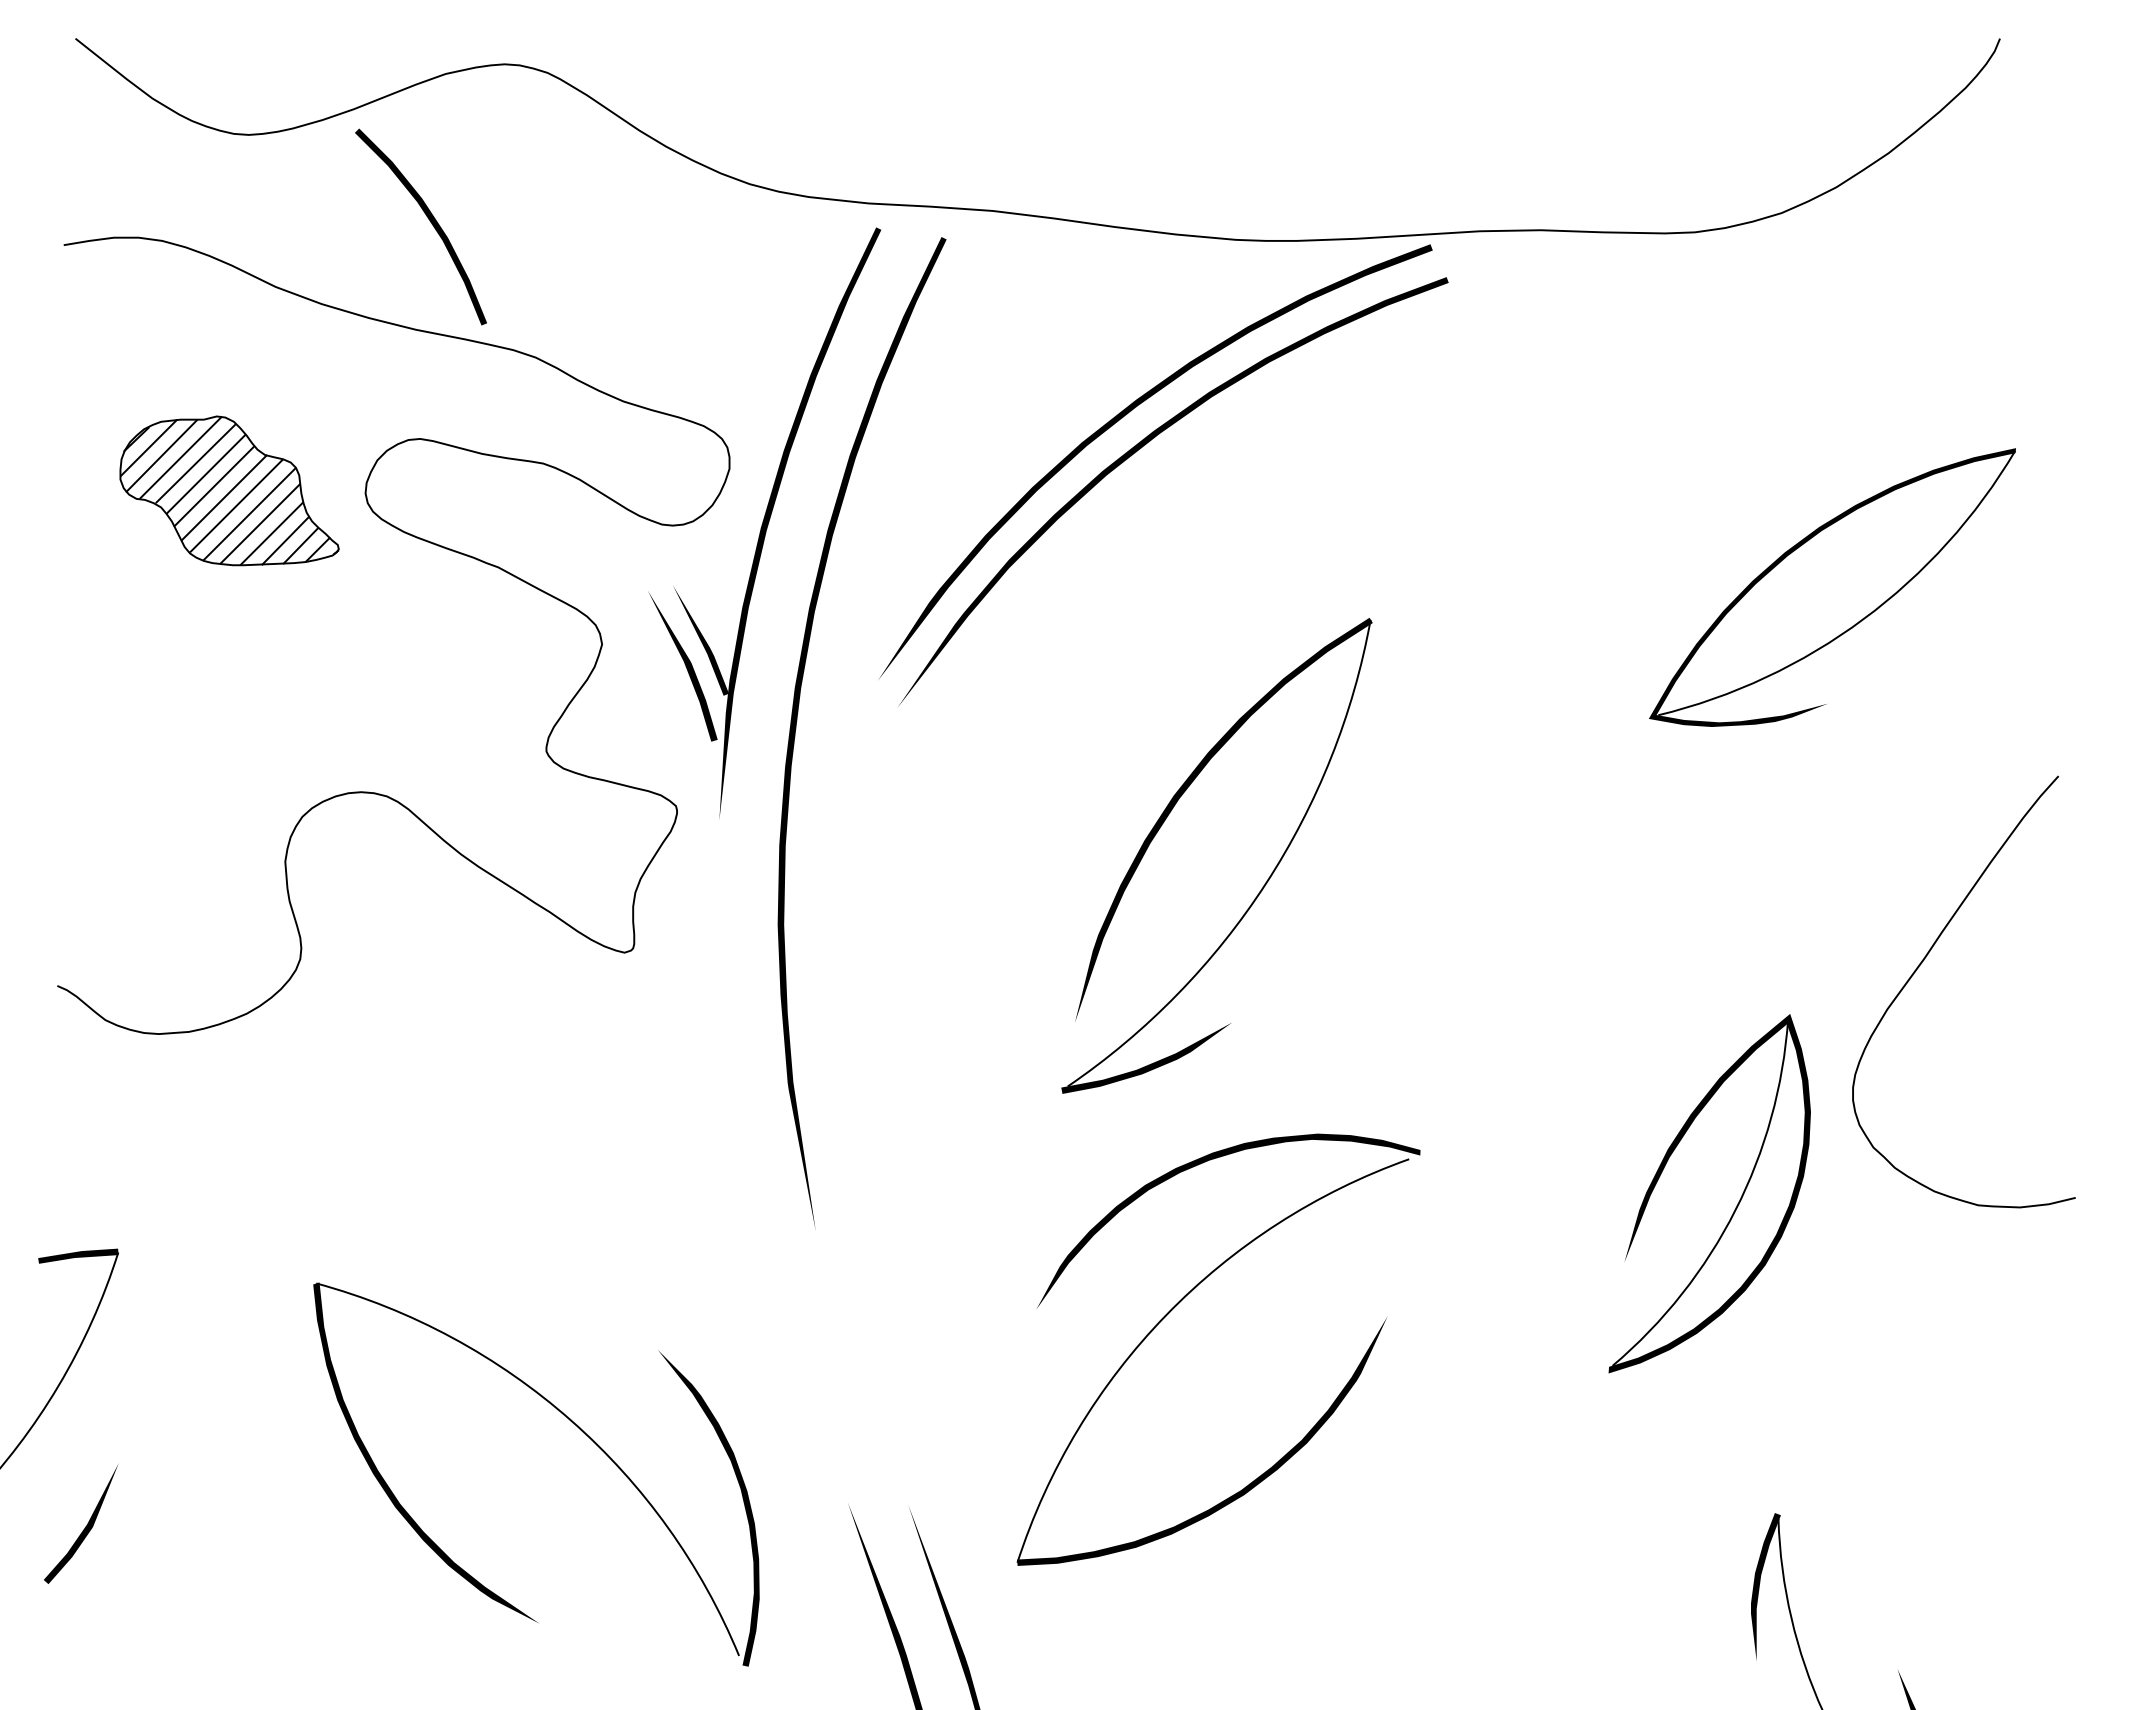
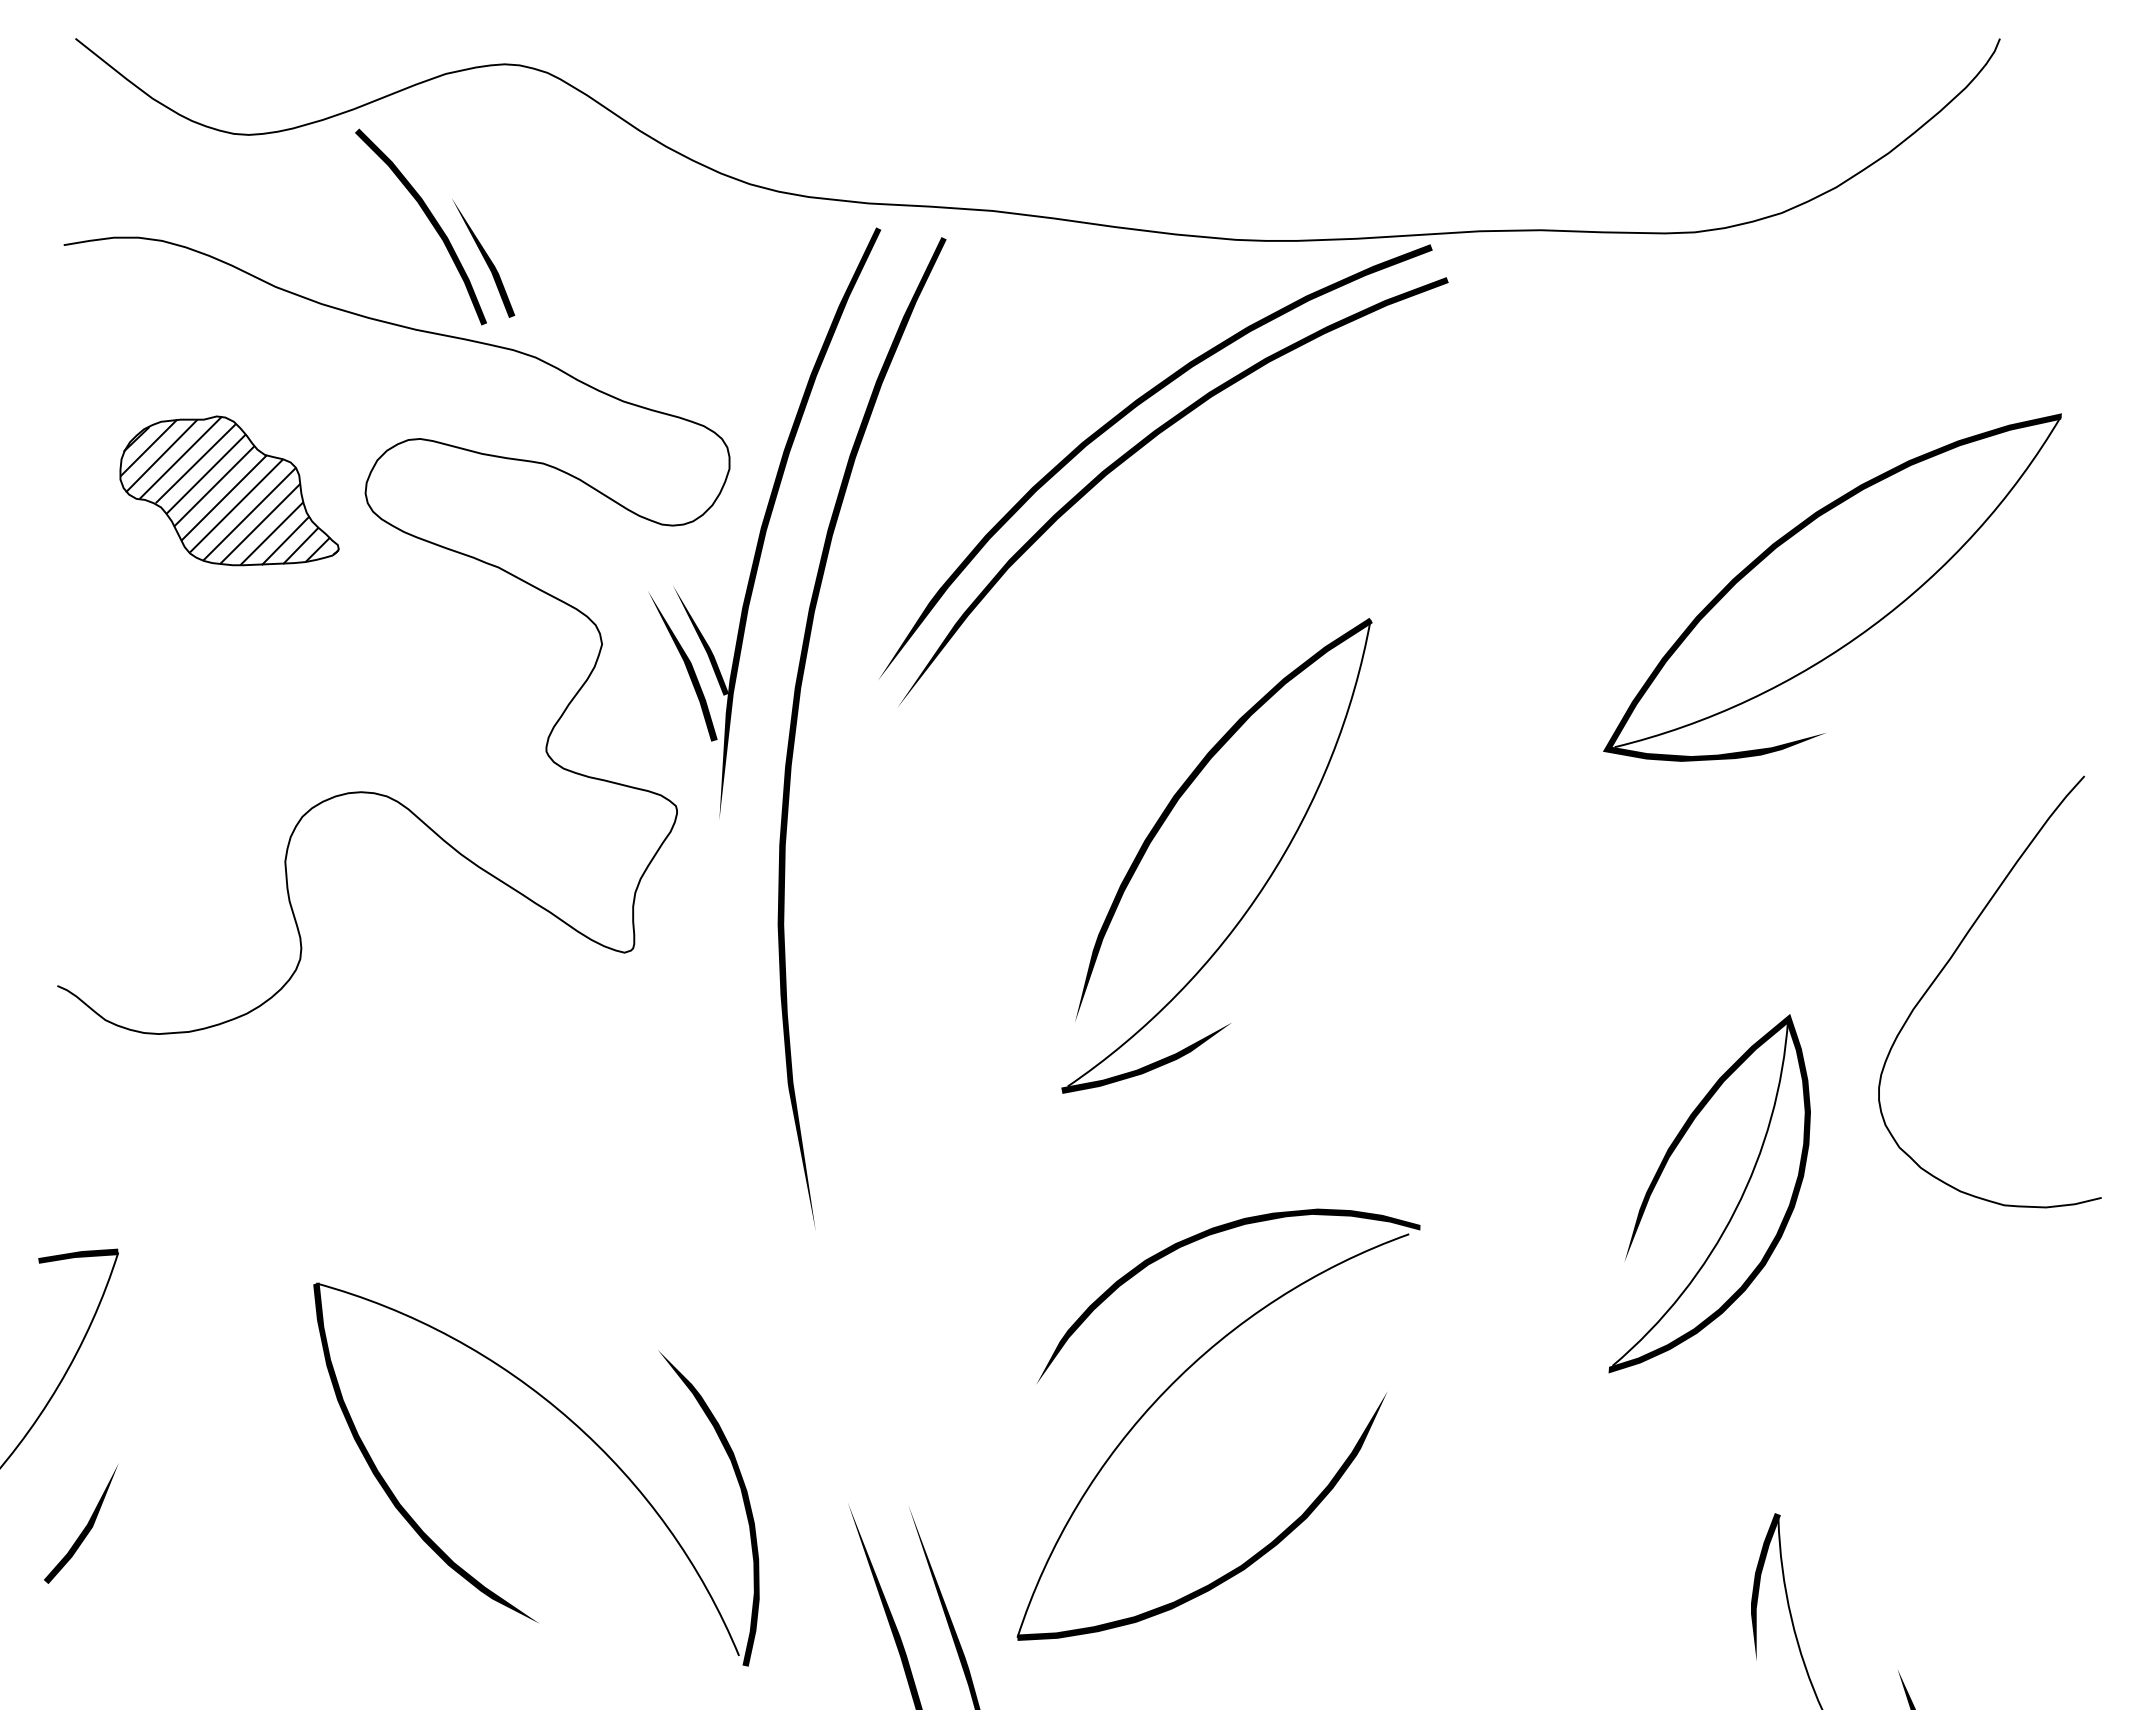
curve at (483, 258): none -> present
part at (1832, 587) size: 367x279 px -> 459x349 px
curve at (1924, 960) position: (1924, 960) -> (1950, 960)
part at (1176, 1306) position: (1176, 1306) -> (1176, 1381)
